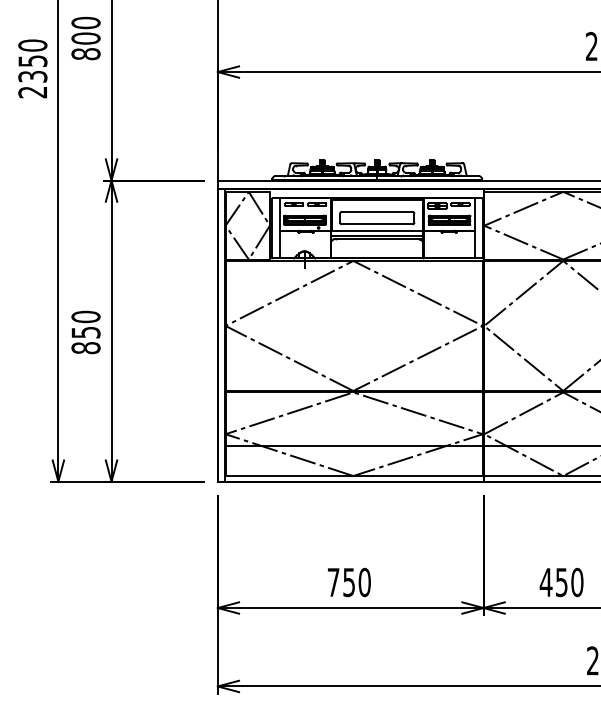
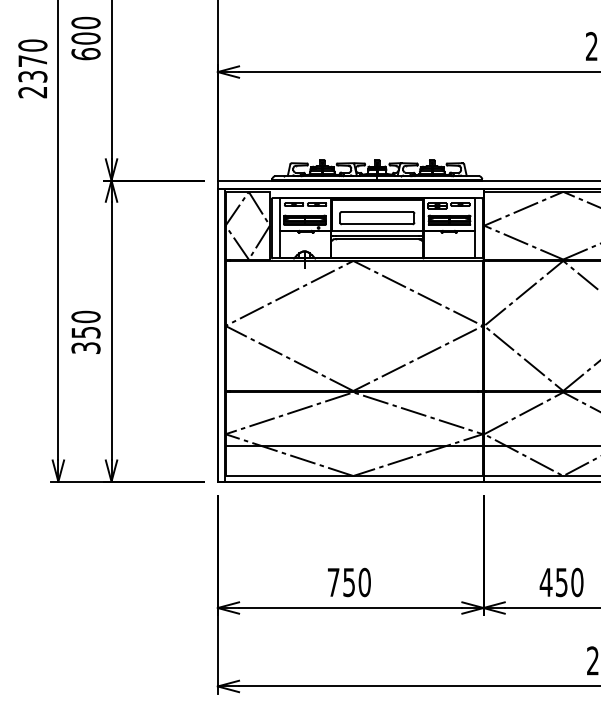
text at (85, 54): 800 -> 600
text at (32, 60): 2350 -> 2370
text at (85, 348): 850 -> 350
